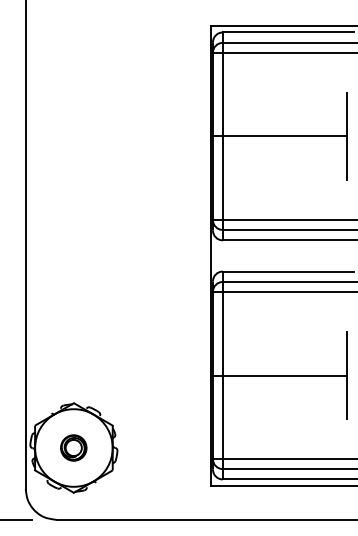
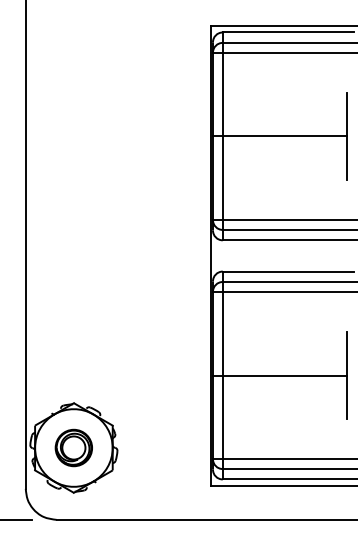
part at (73, 447) size: 28x28 px -> 39x40 px
